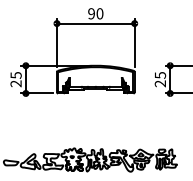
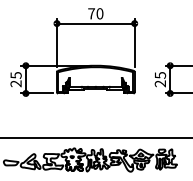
text at (91, 13): 90 -> 70
line at (95, 137): none -> present
